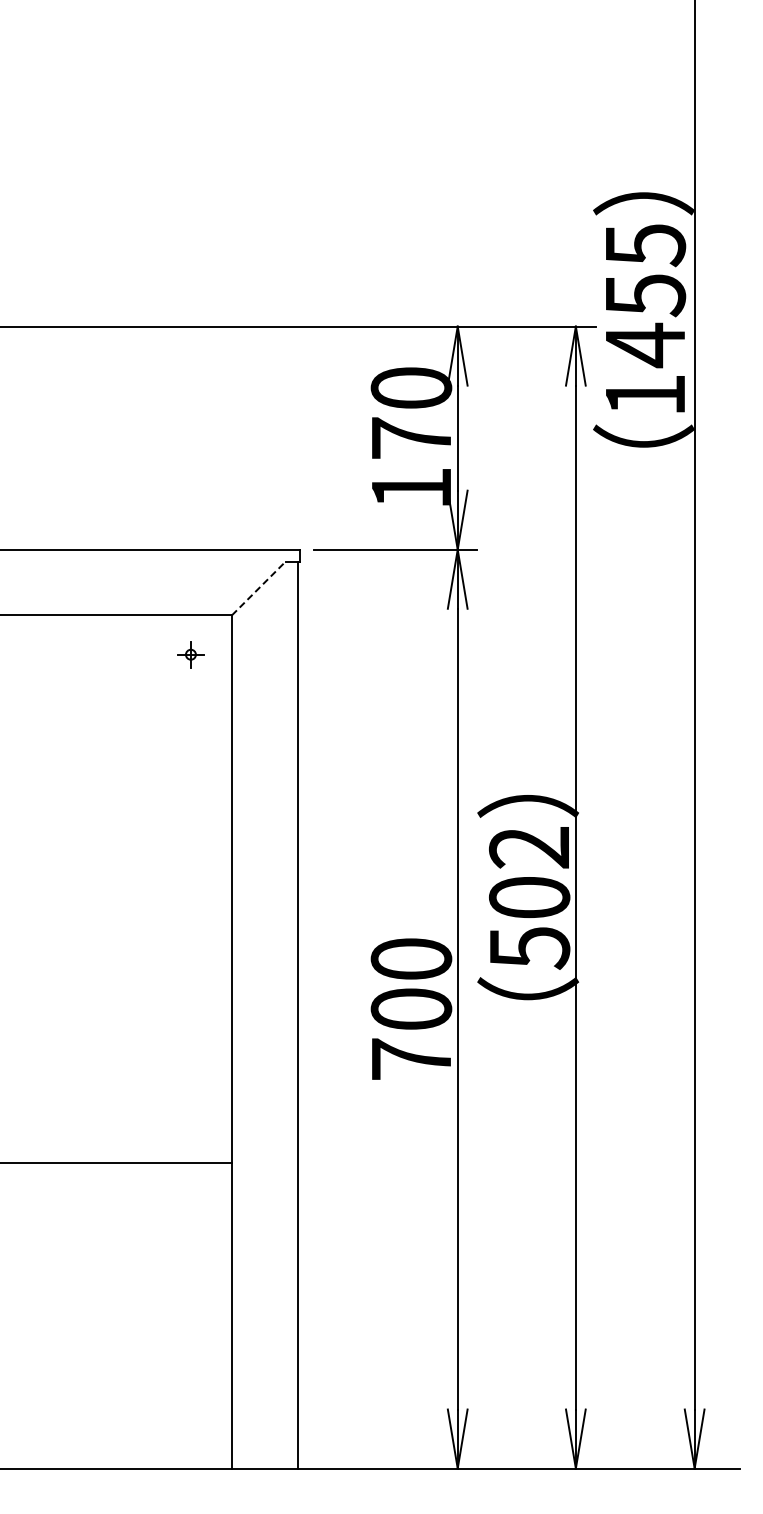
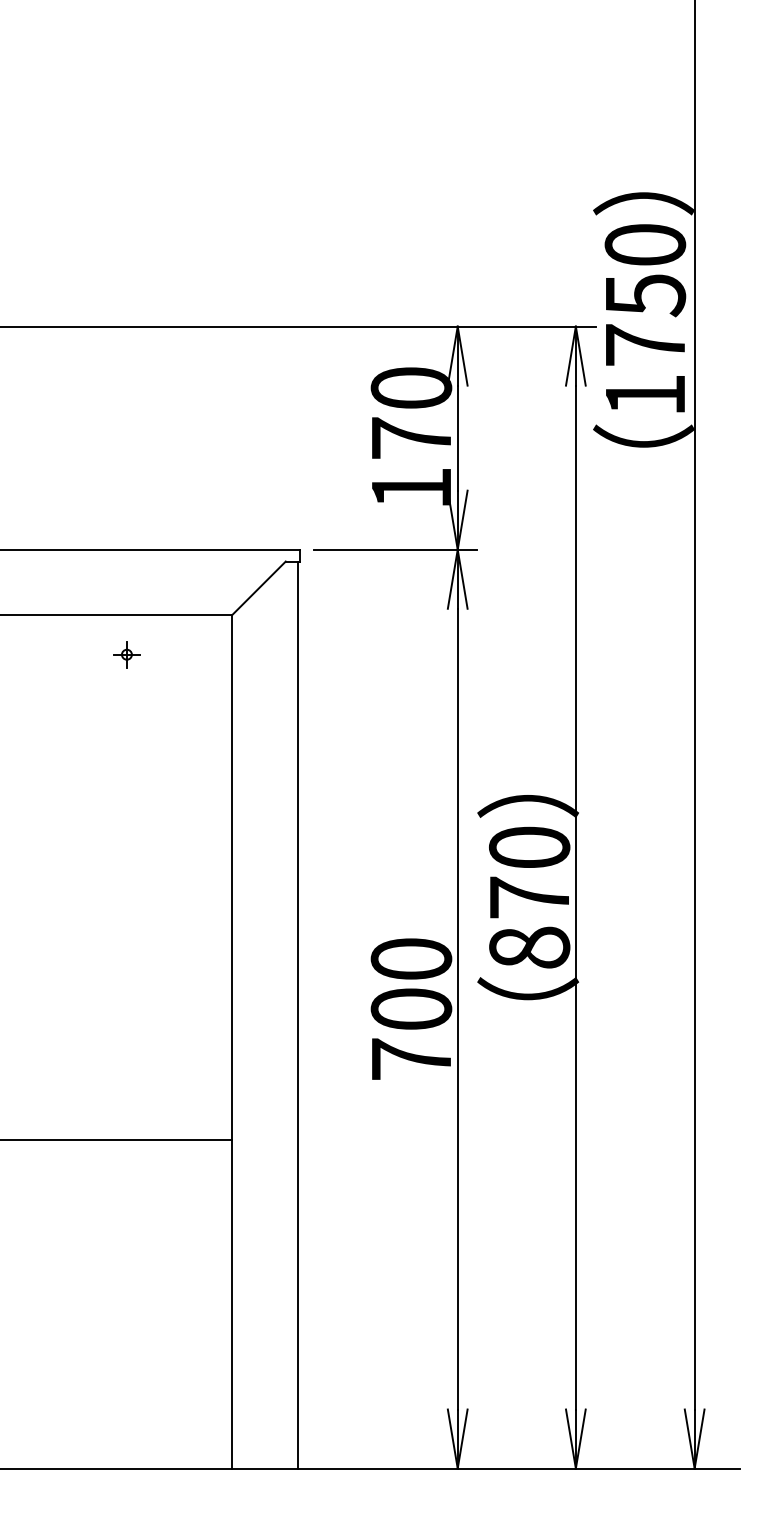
text at (645, 296): 1455 -> 1750
line at (259, 588): dashed -> solid
part at (190, 654) position: (190, 654) -> (126, 654)
text at (529, 897): 502 -> 870
line at (116, 1163) position: (116, 1163) -> (116, 1140)
